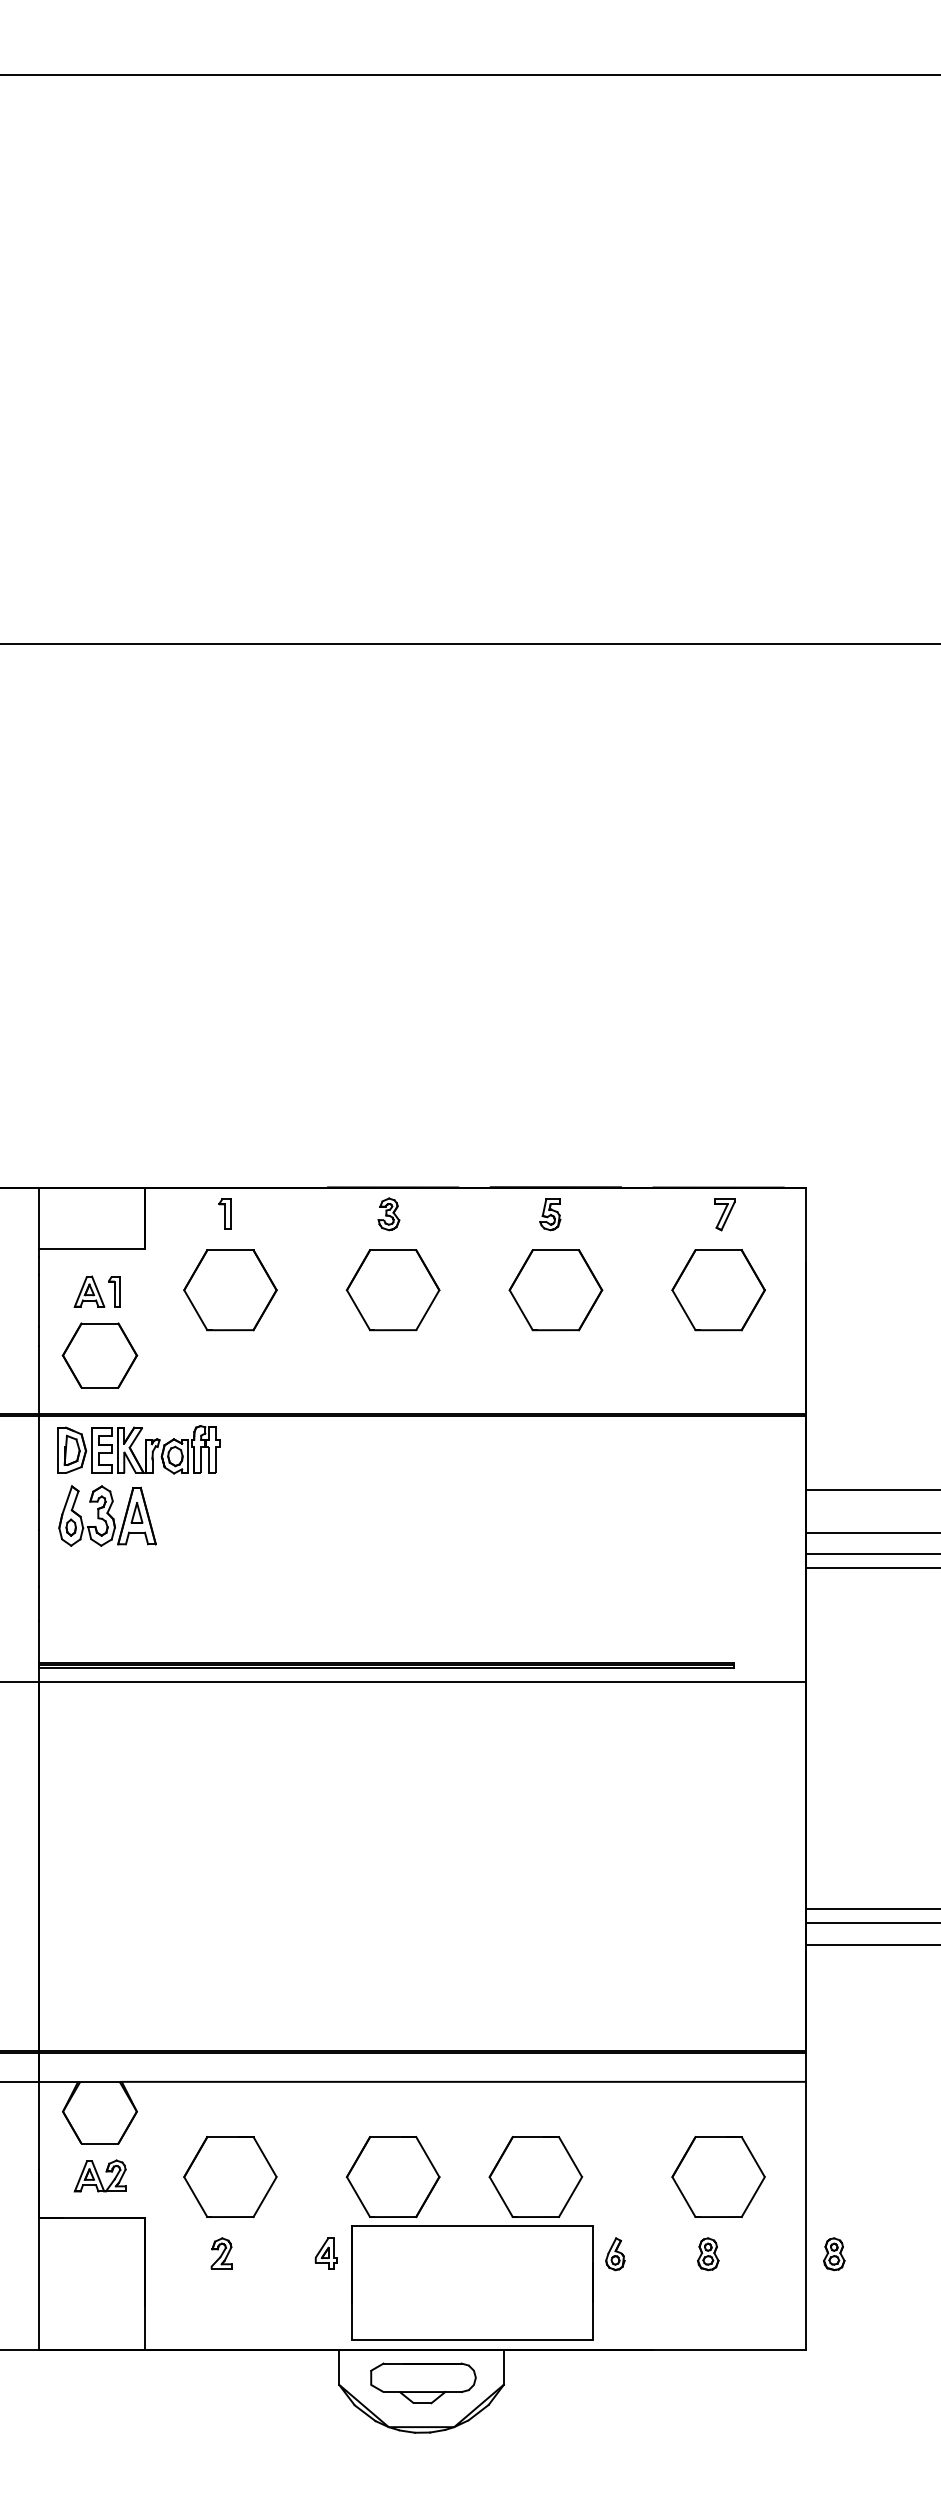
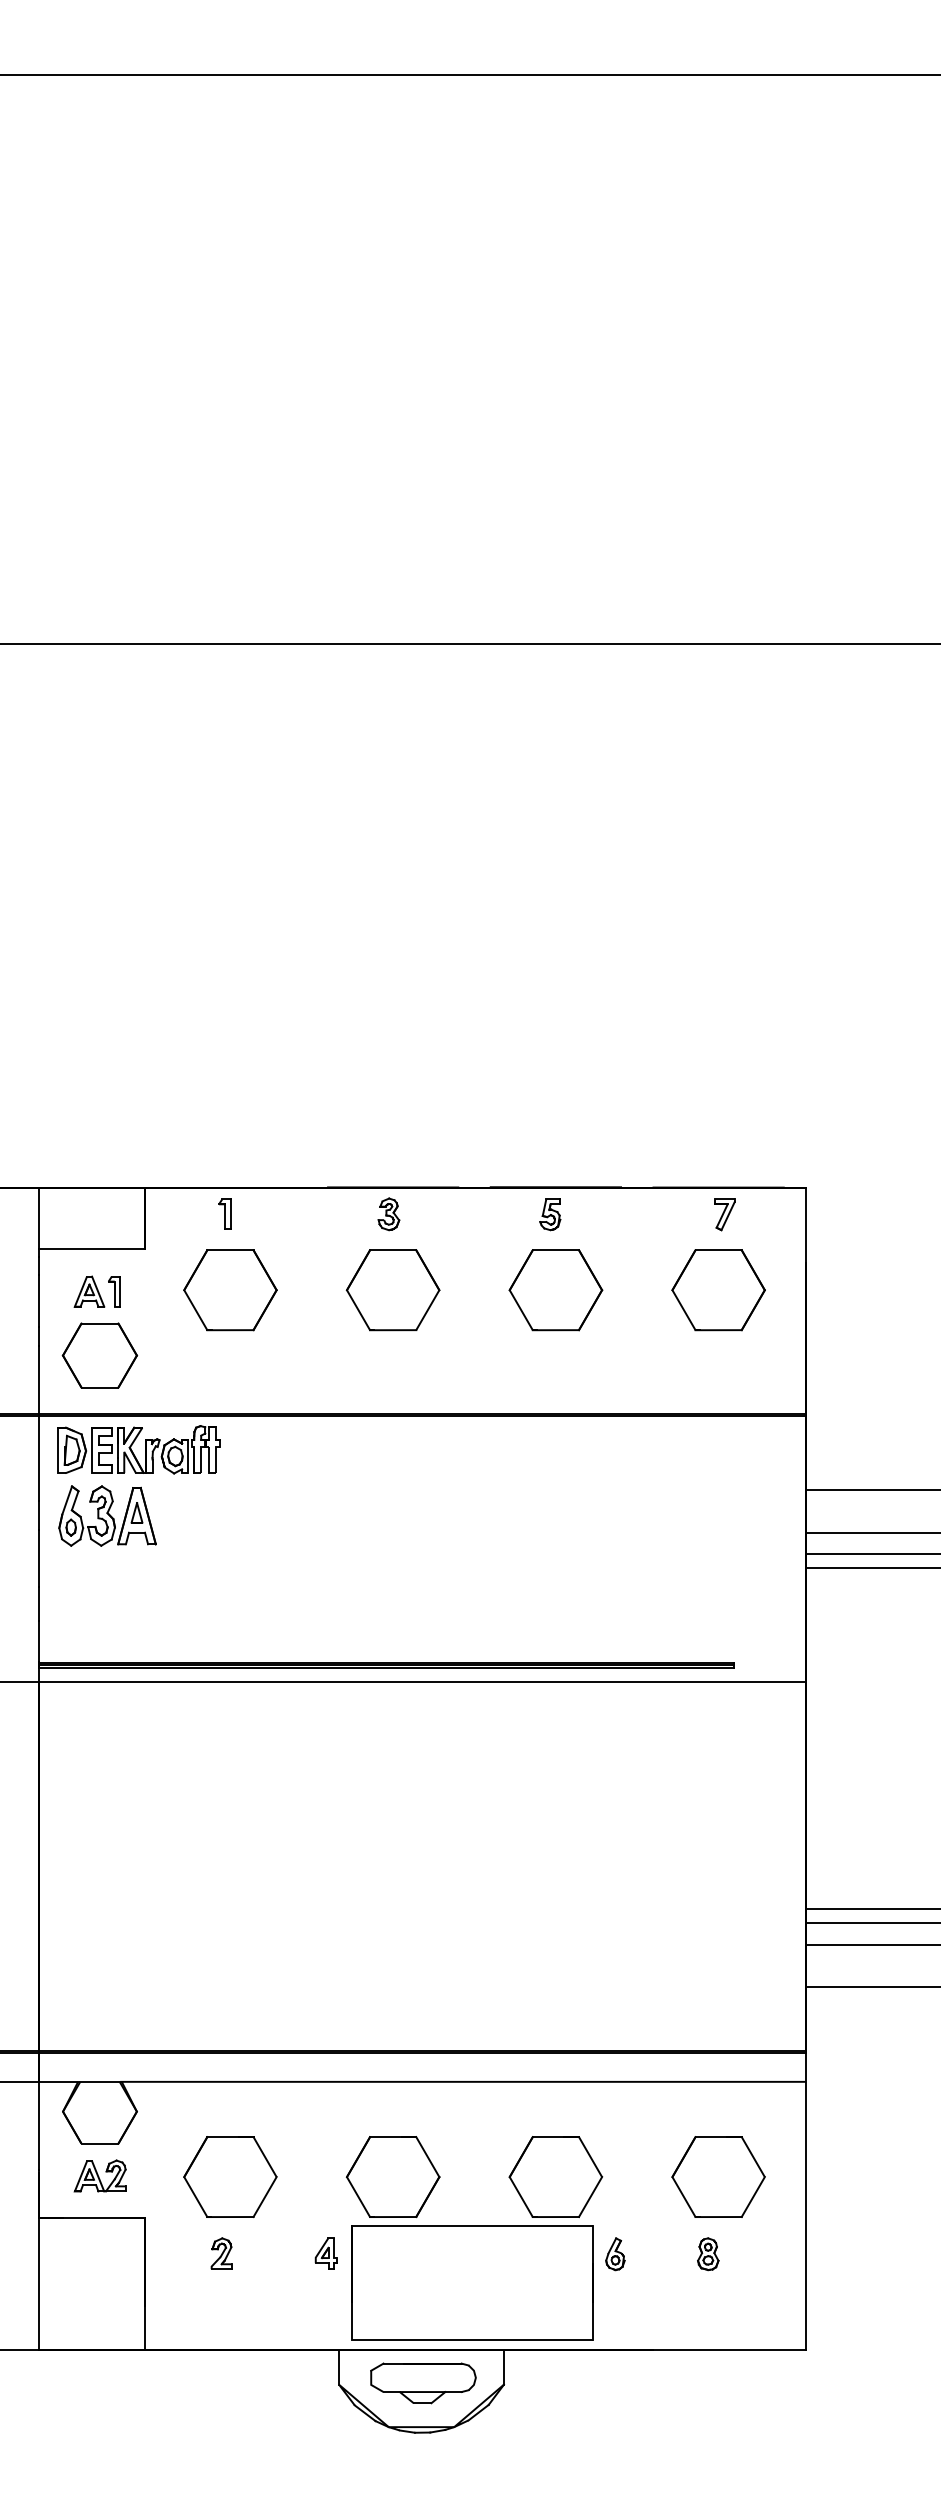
line at (871, 1987): none -> present
part at (535, 2176) position: (535, 2176) -> (555, 2176)
part at (834, 2254): present -> none
